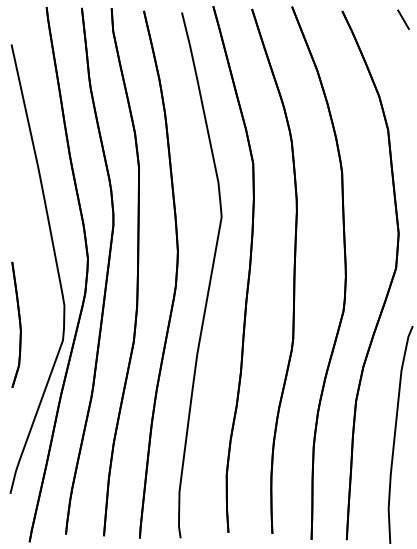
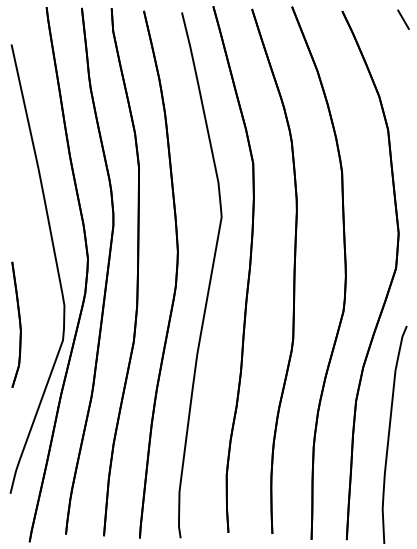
curve at (396, 431) position: (396, 431) -> (390, 431)
